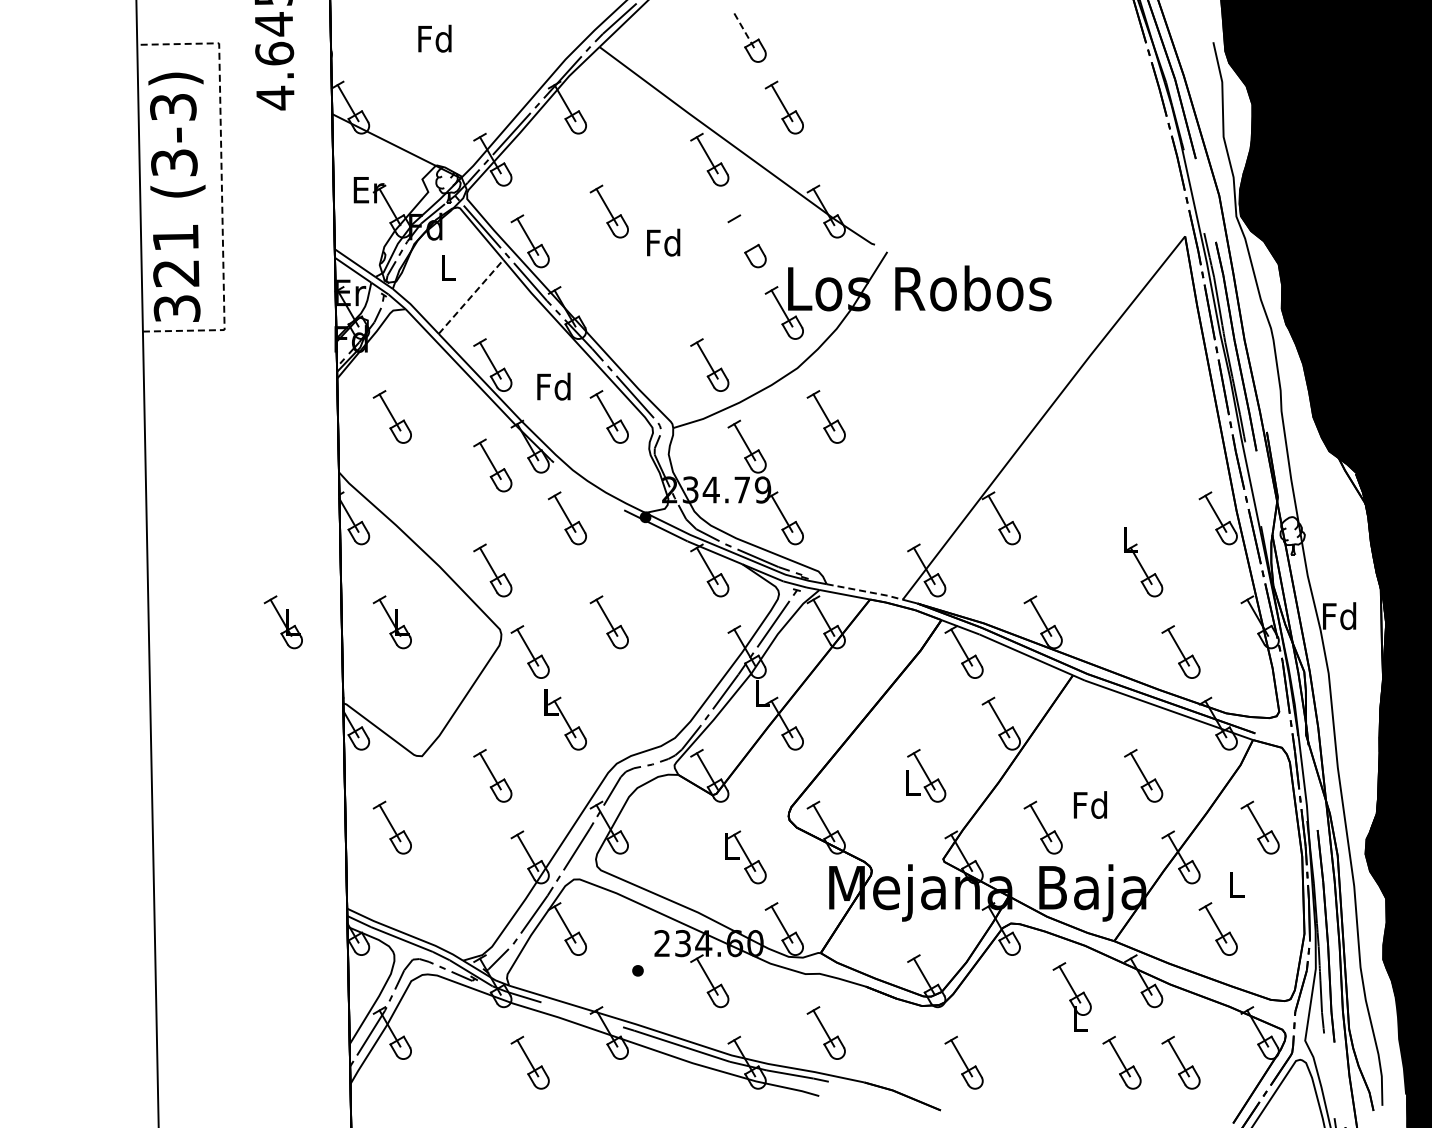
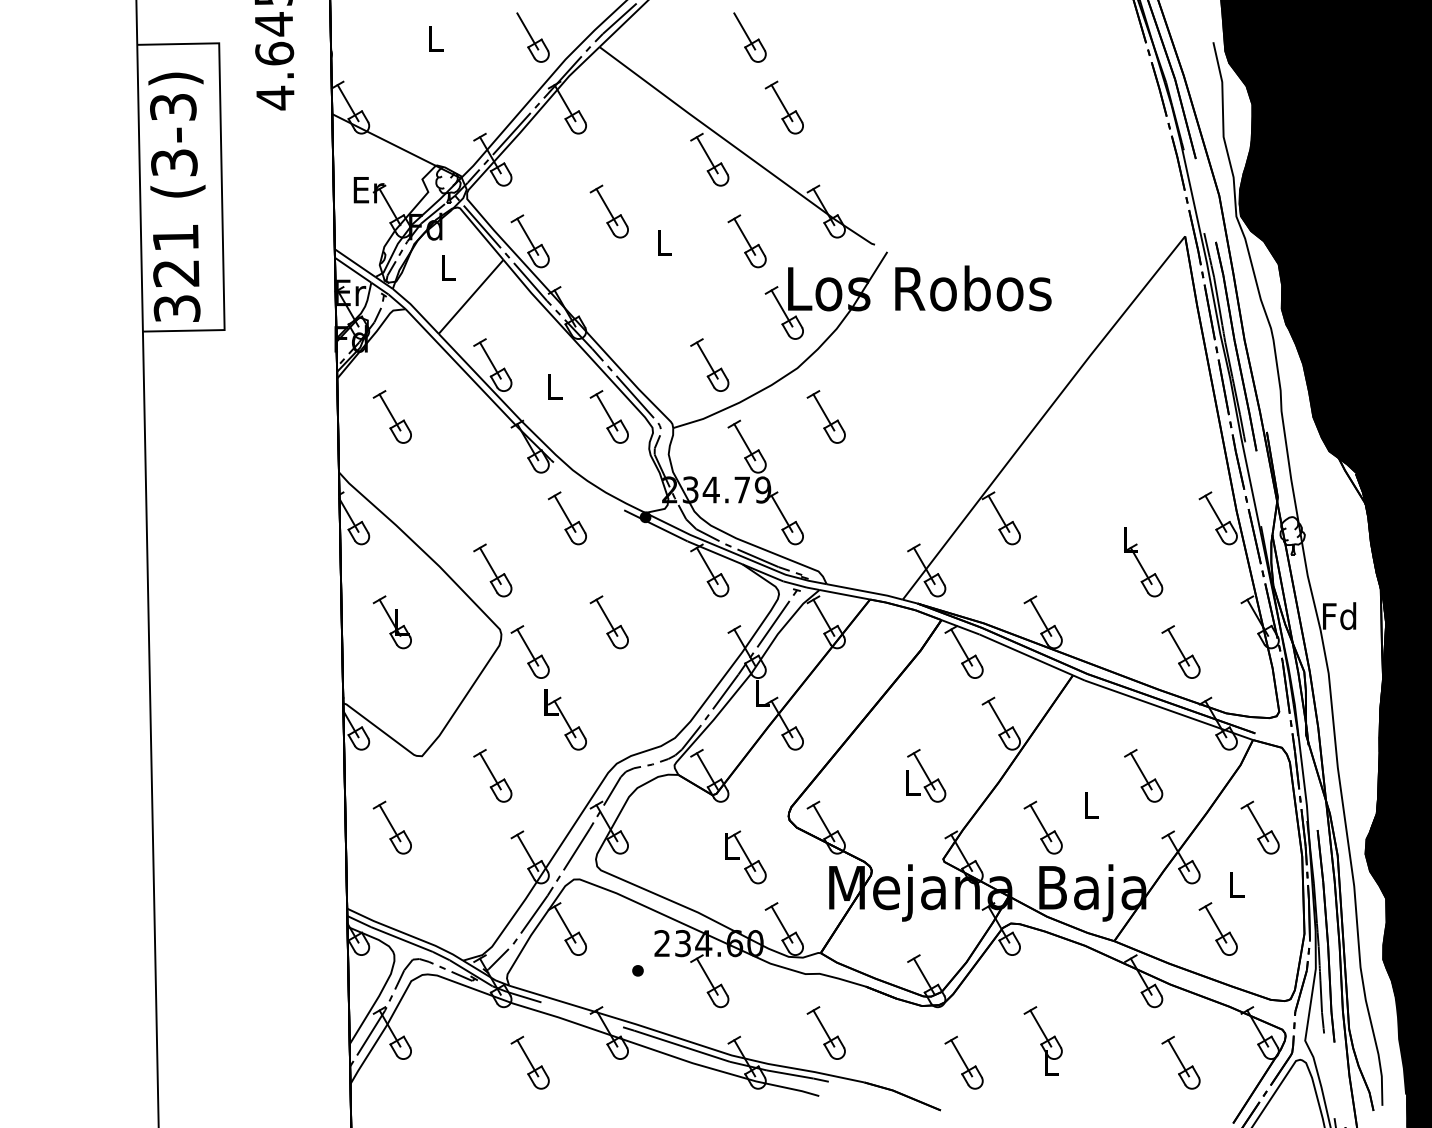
line at (744, 31): dashed -> solid
part at (532, 37): none -> present
text at (434, 38): Fd -> L
line at (221, 186): dashed -> solid
line at (744, 236): none -> present
text at (663, 242): Fd -> L
line at (471, 296): dashed -> solid
text at (553, 386): Fd -> L
part at (492, 465): present -> none
line at (865, 591): dashed -> solid
part at (282, 622): present -> none
text at (1090, 804): Fd -> L
part at (1071, 996) position: (1071, 996) -> (1042, 1040)
part at (1121, 1062): present -> none
